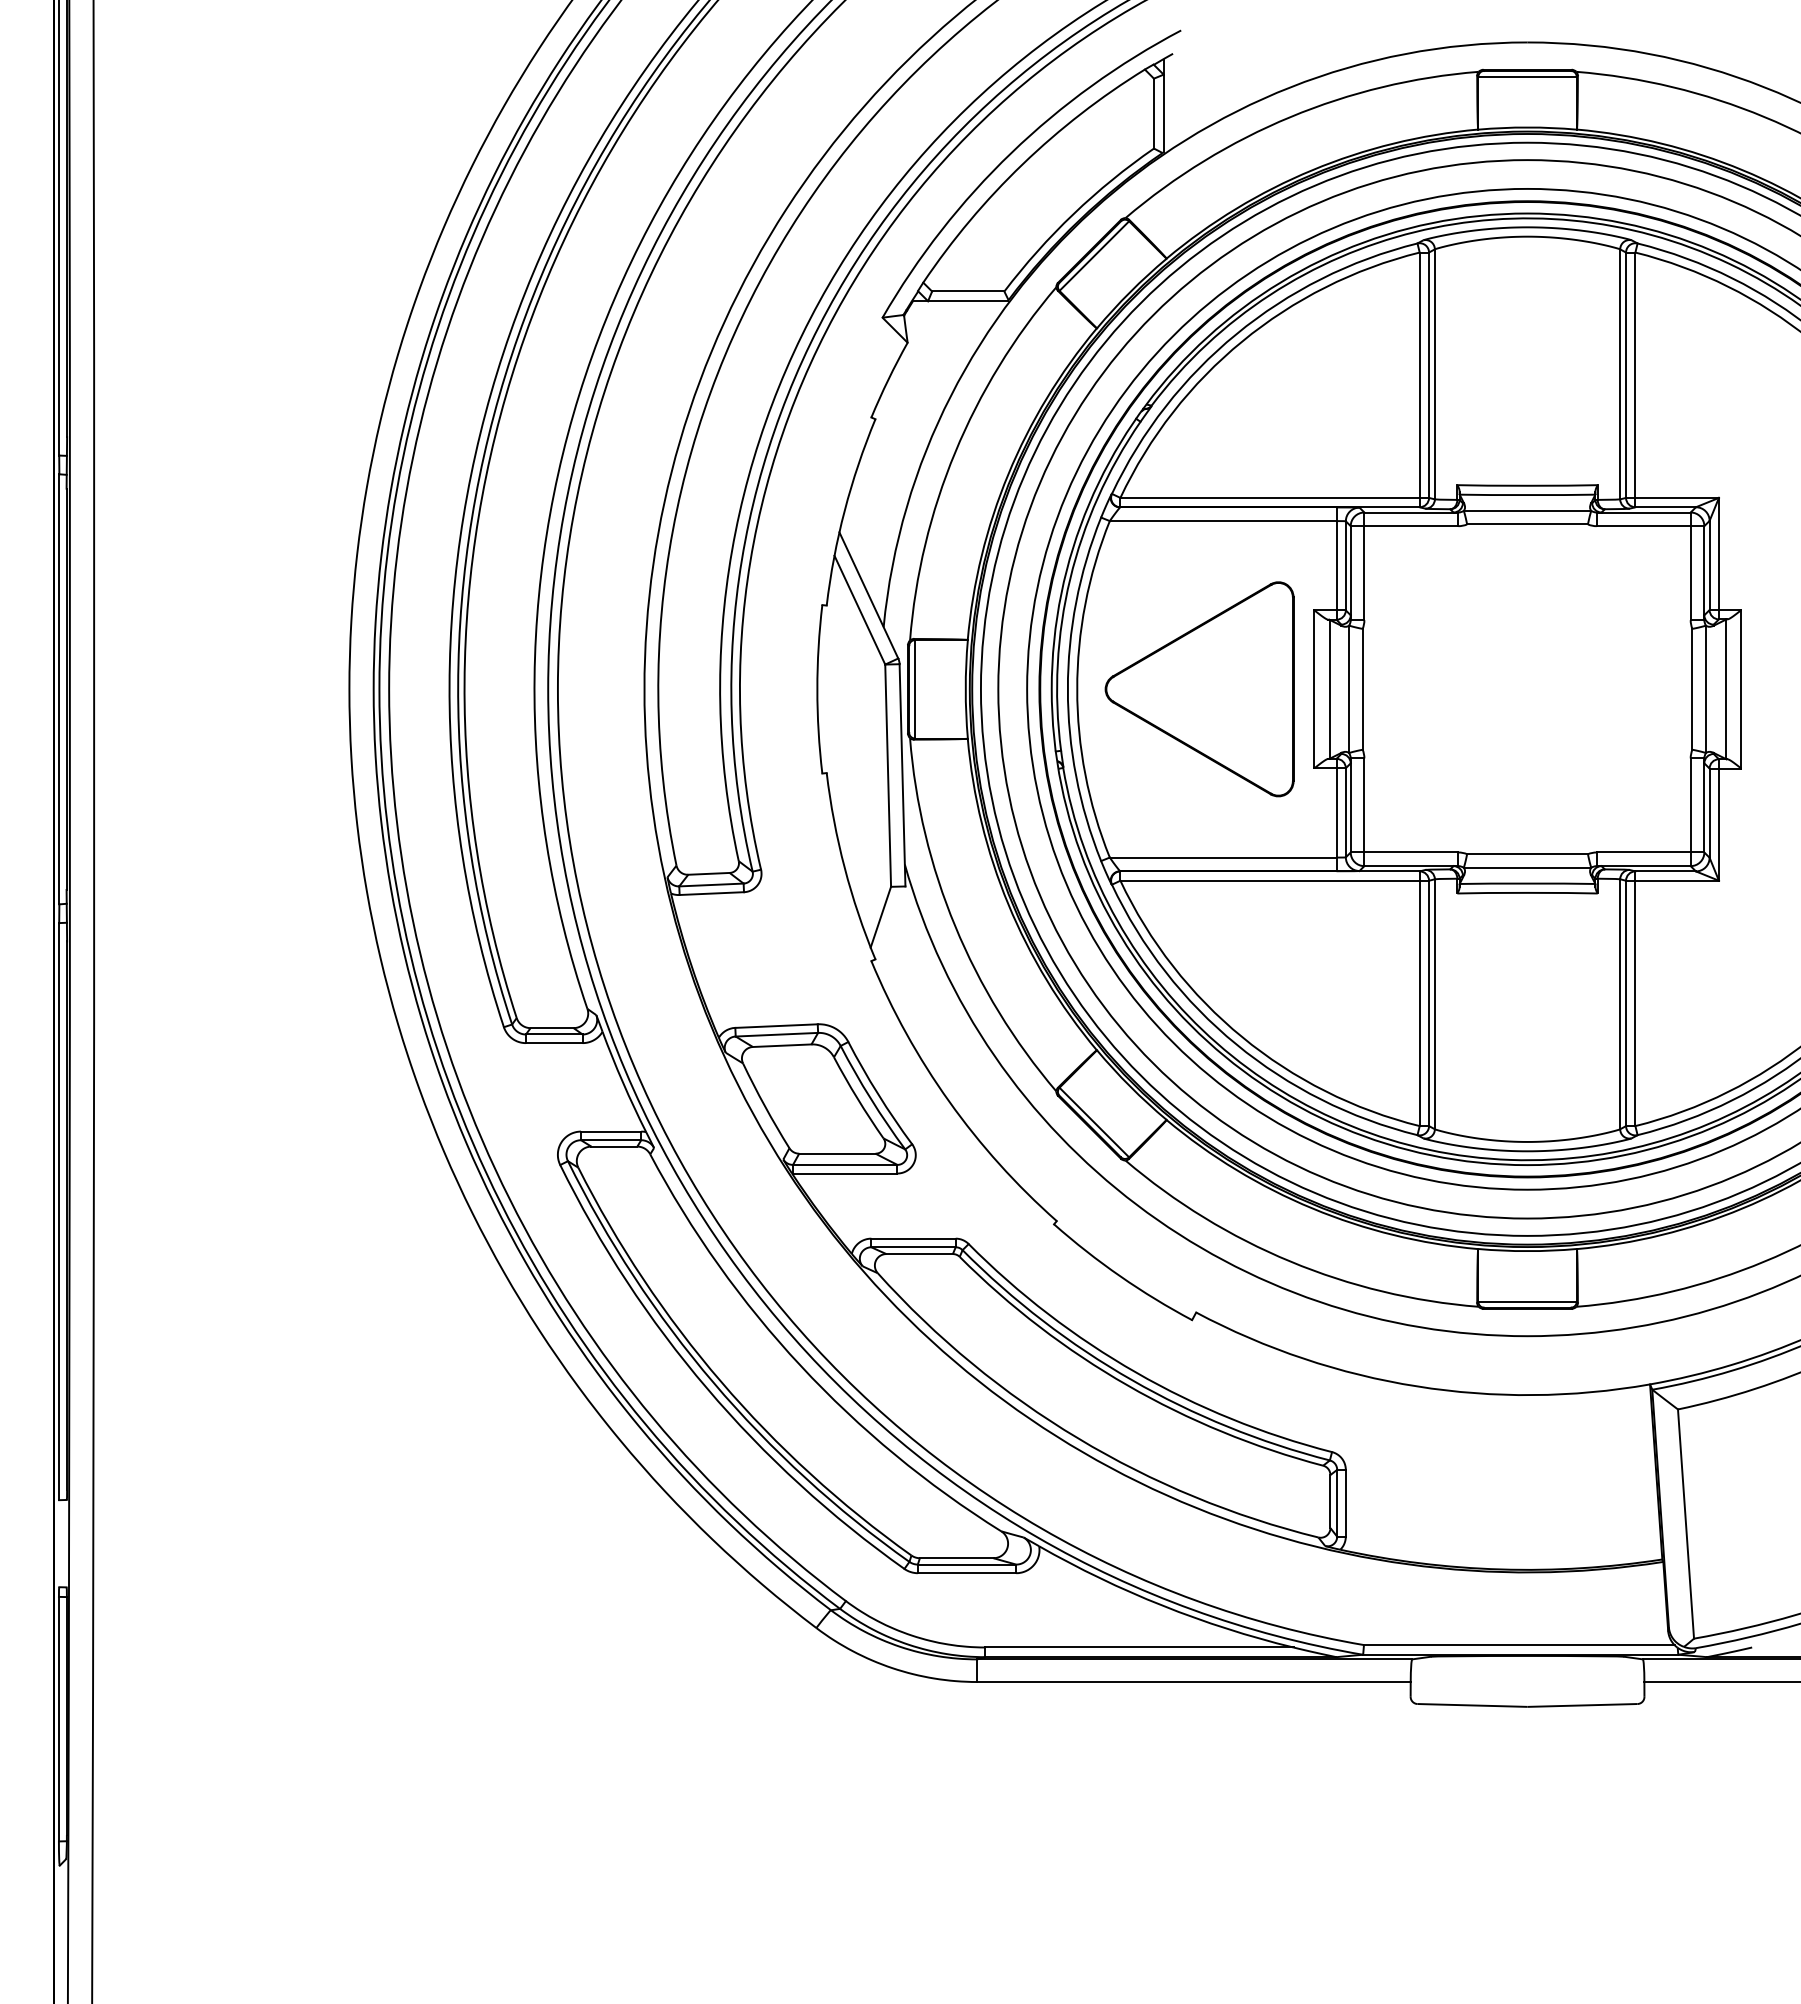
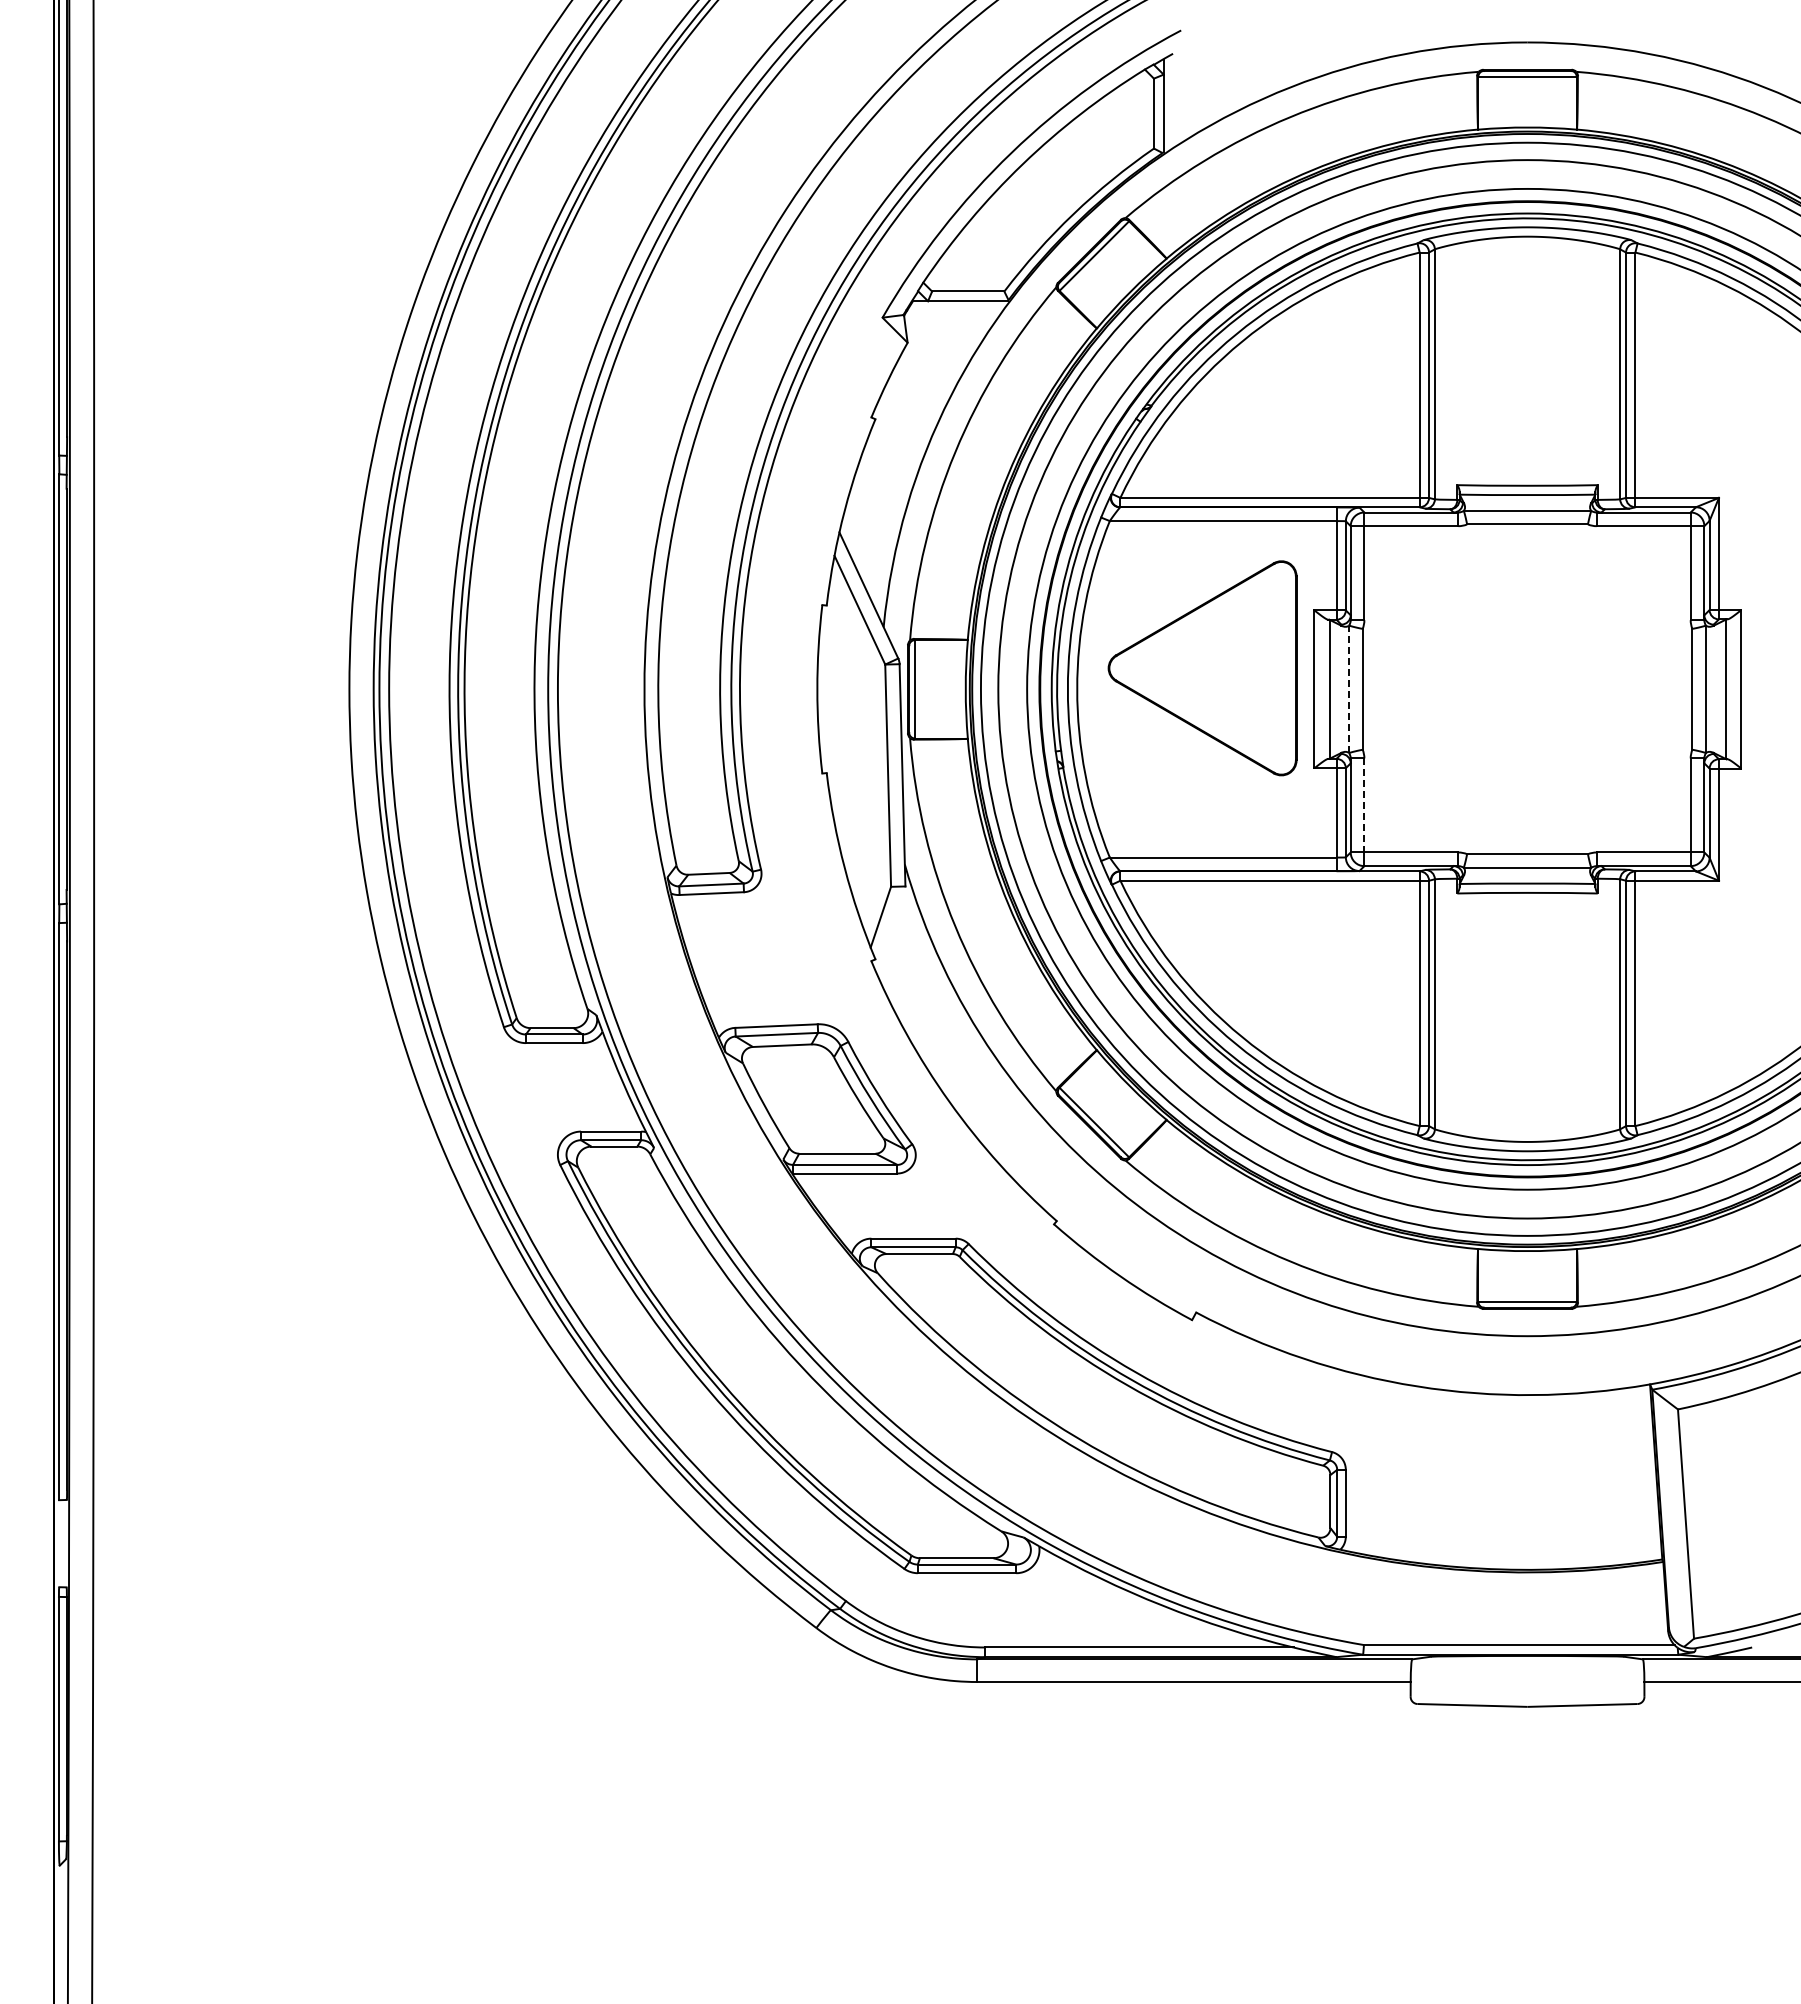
part at (1199, 689) position: (1199, 689) -> (1202, 668)
line at (1349, 689): solid -> dashed
line at (1364, 805): solid -> dashed
